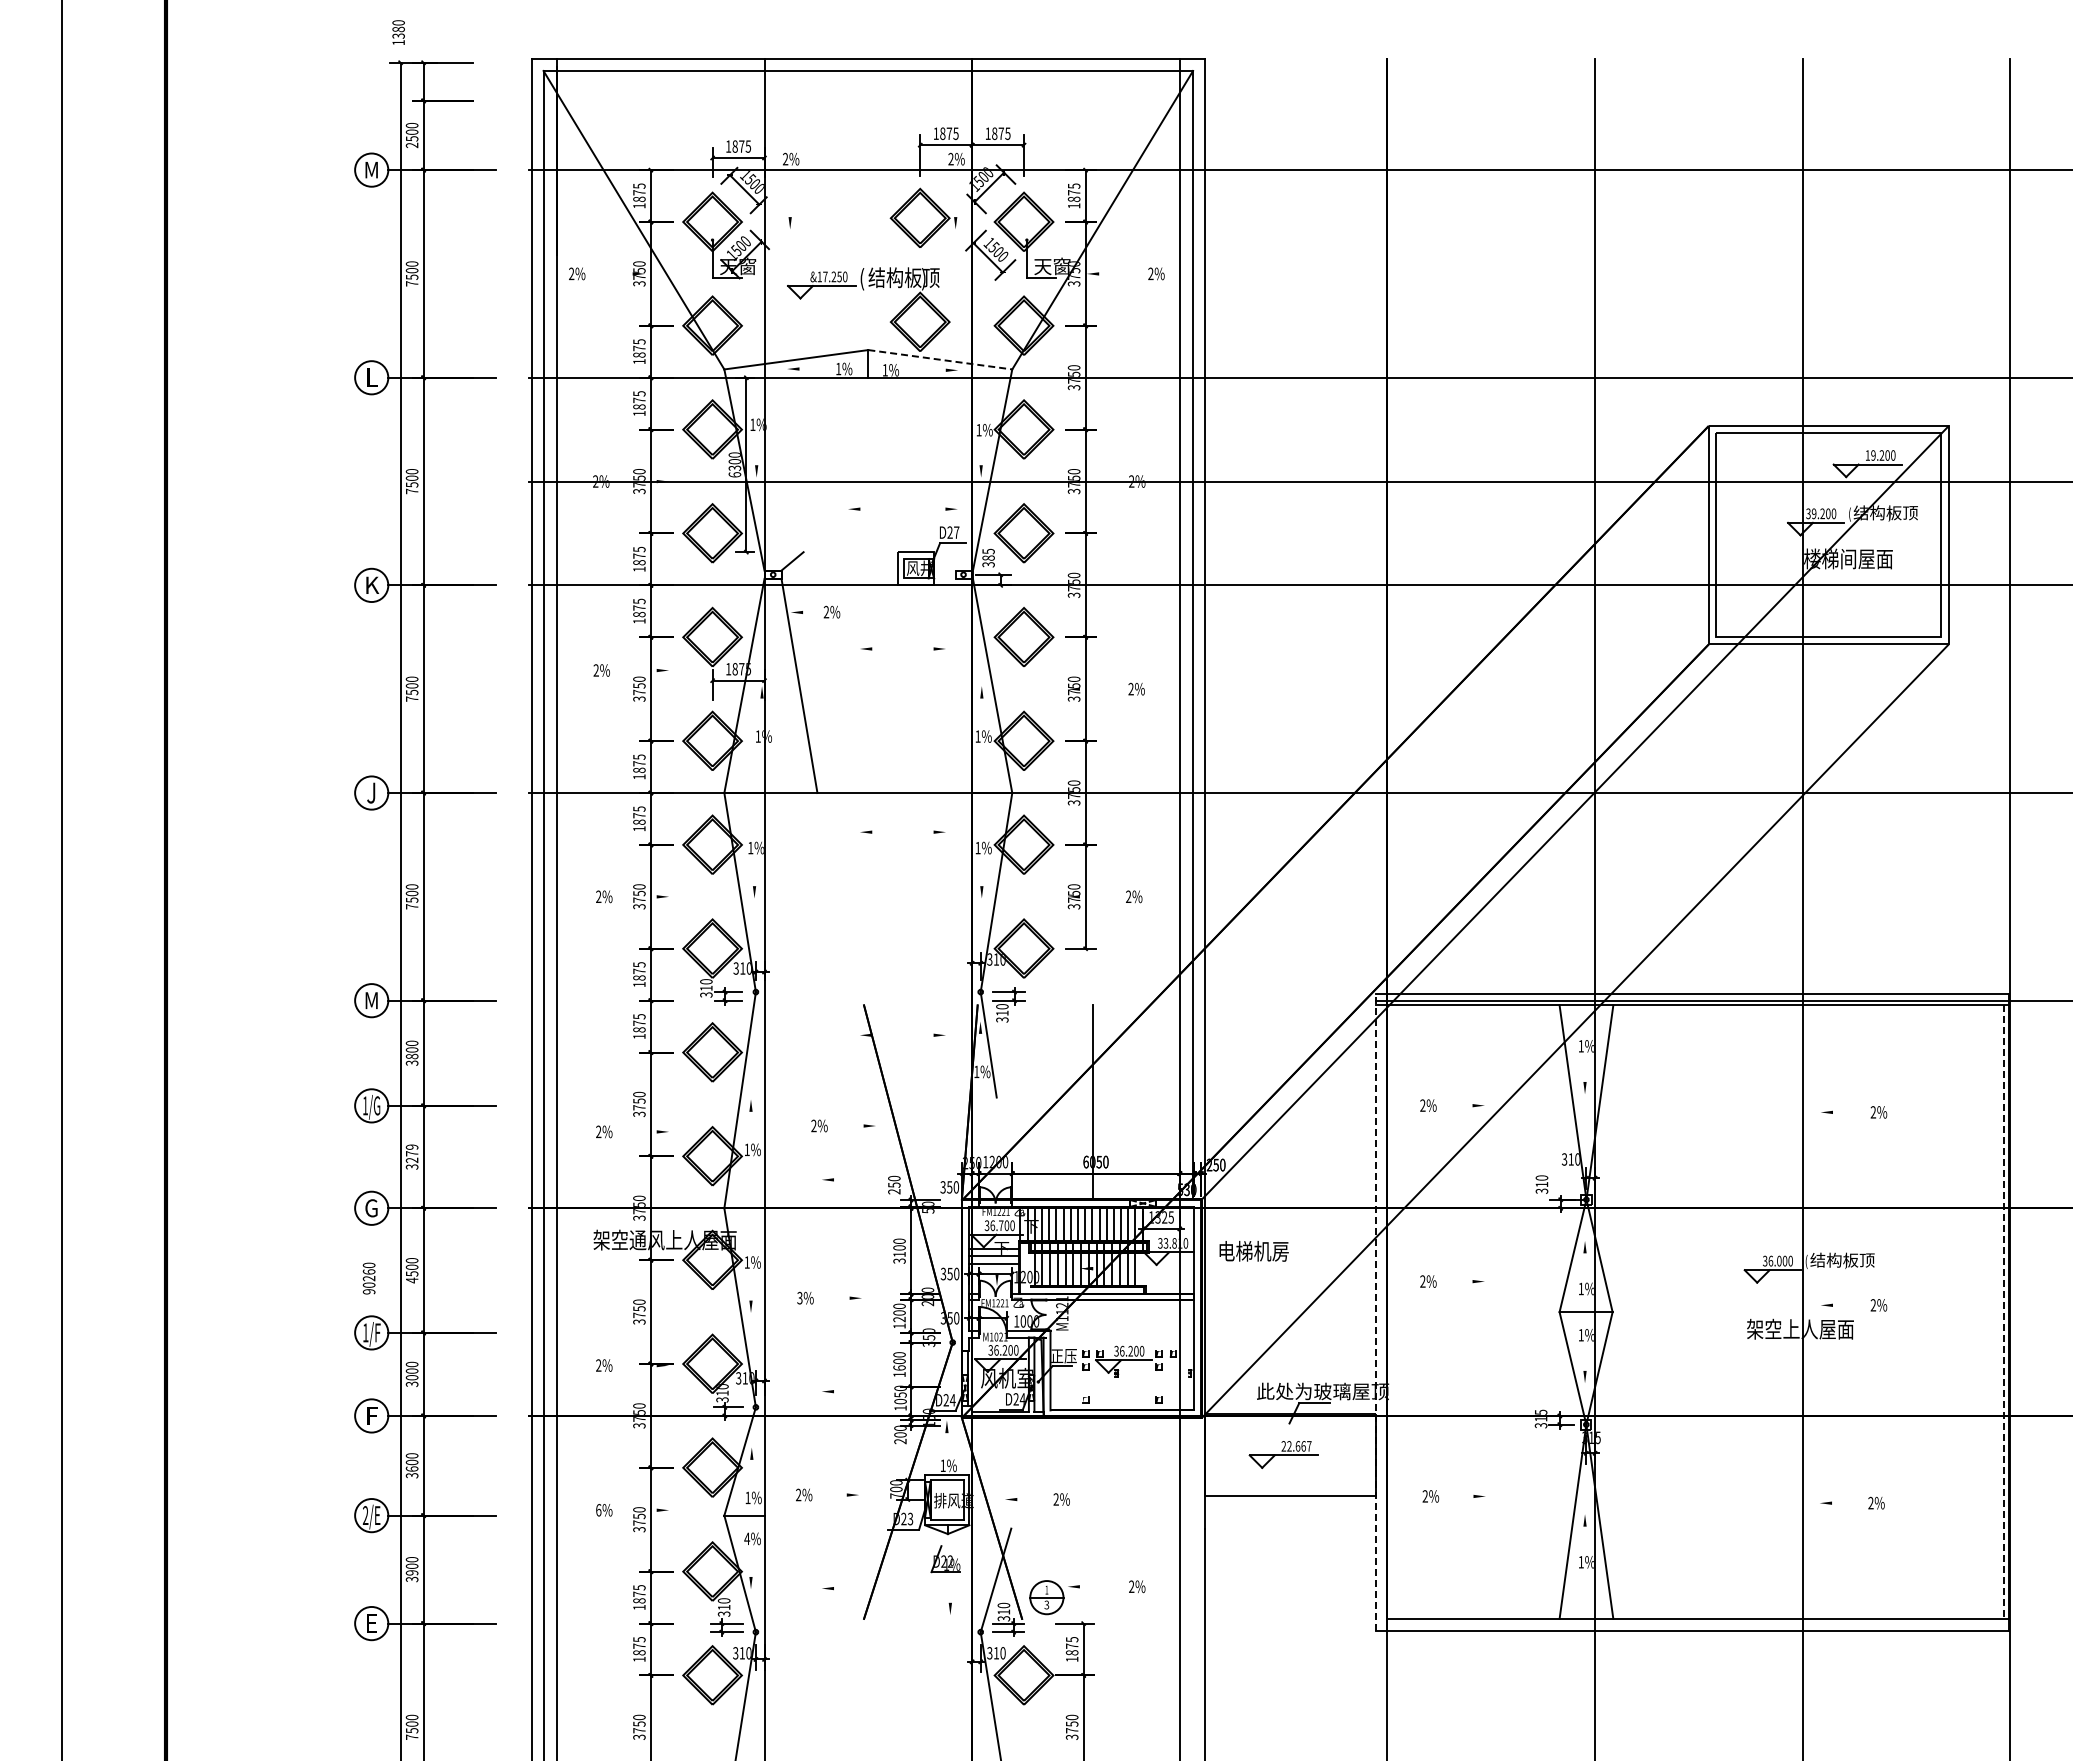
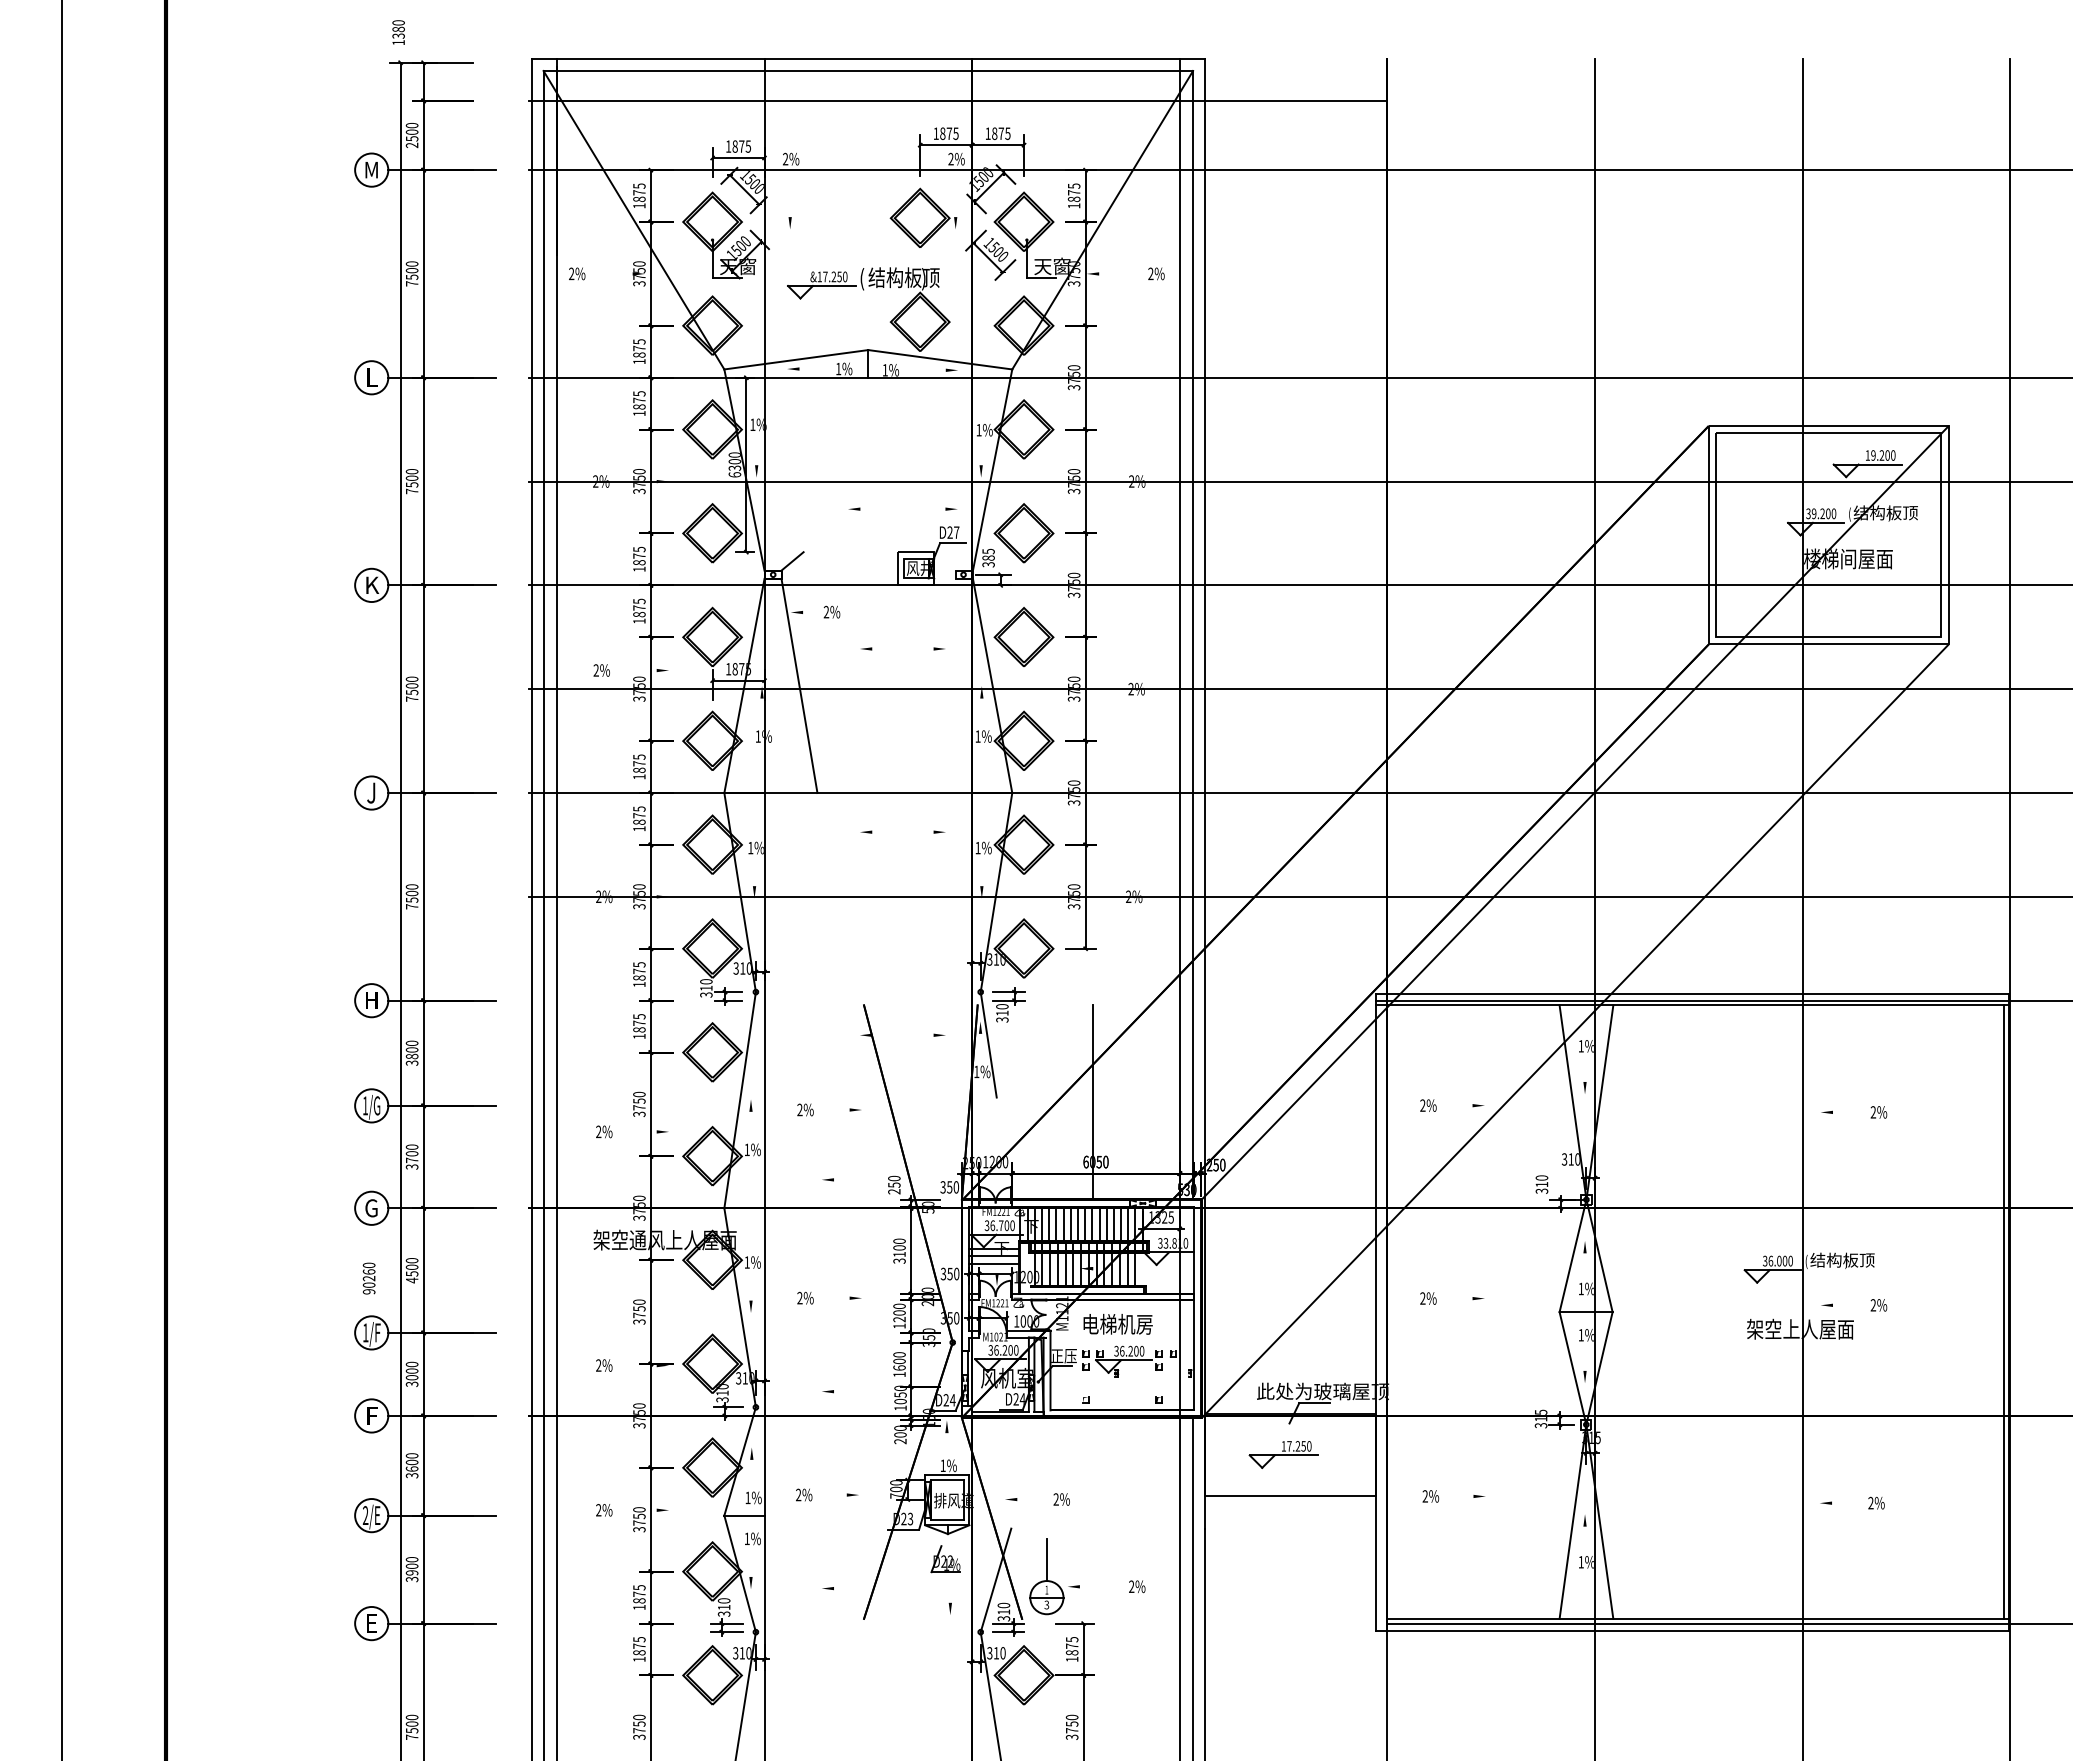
line at (958, 100): none -> present
line at (940, 359): dashed -> solid
line at (1299, 689): none -> present
line at (1299, 896): none -> present
text at (371, 1000): M -> H
text at (842, 1125) position: (842, 1125) -> (828, 1109)
text at (411, 1153): 3279 -> 3700
text at (1253, 1251) position: (1253, 1251) -> (1117, 1324)
text at (1452, 1281) position: (1452, 1281) -> (1452, 1298)
text at (799, 1298): 3%%% -> 2%%%
line at (1375, 1311): dashed -> solid
line at (2003, 1312): dashed -> solid
text at (1296, 1446): 22.667 -> 17.250
text at (598, 1510): 6%%% -> 2%%%
text at (747, 1538): 4%%% -> 1%%%
line at (1046, 1559): none -> present
line at (1193, 1587): none -> present
line at (1728, 1623): none -> present
